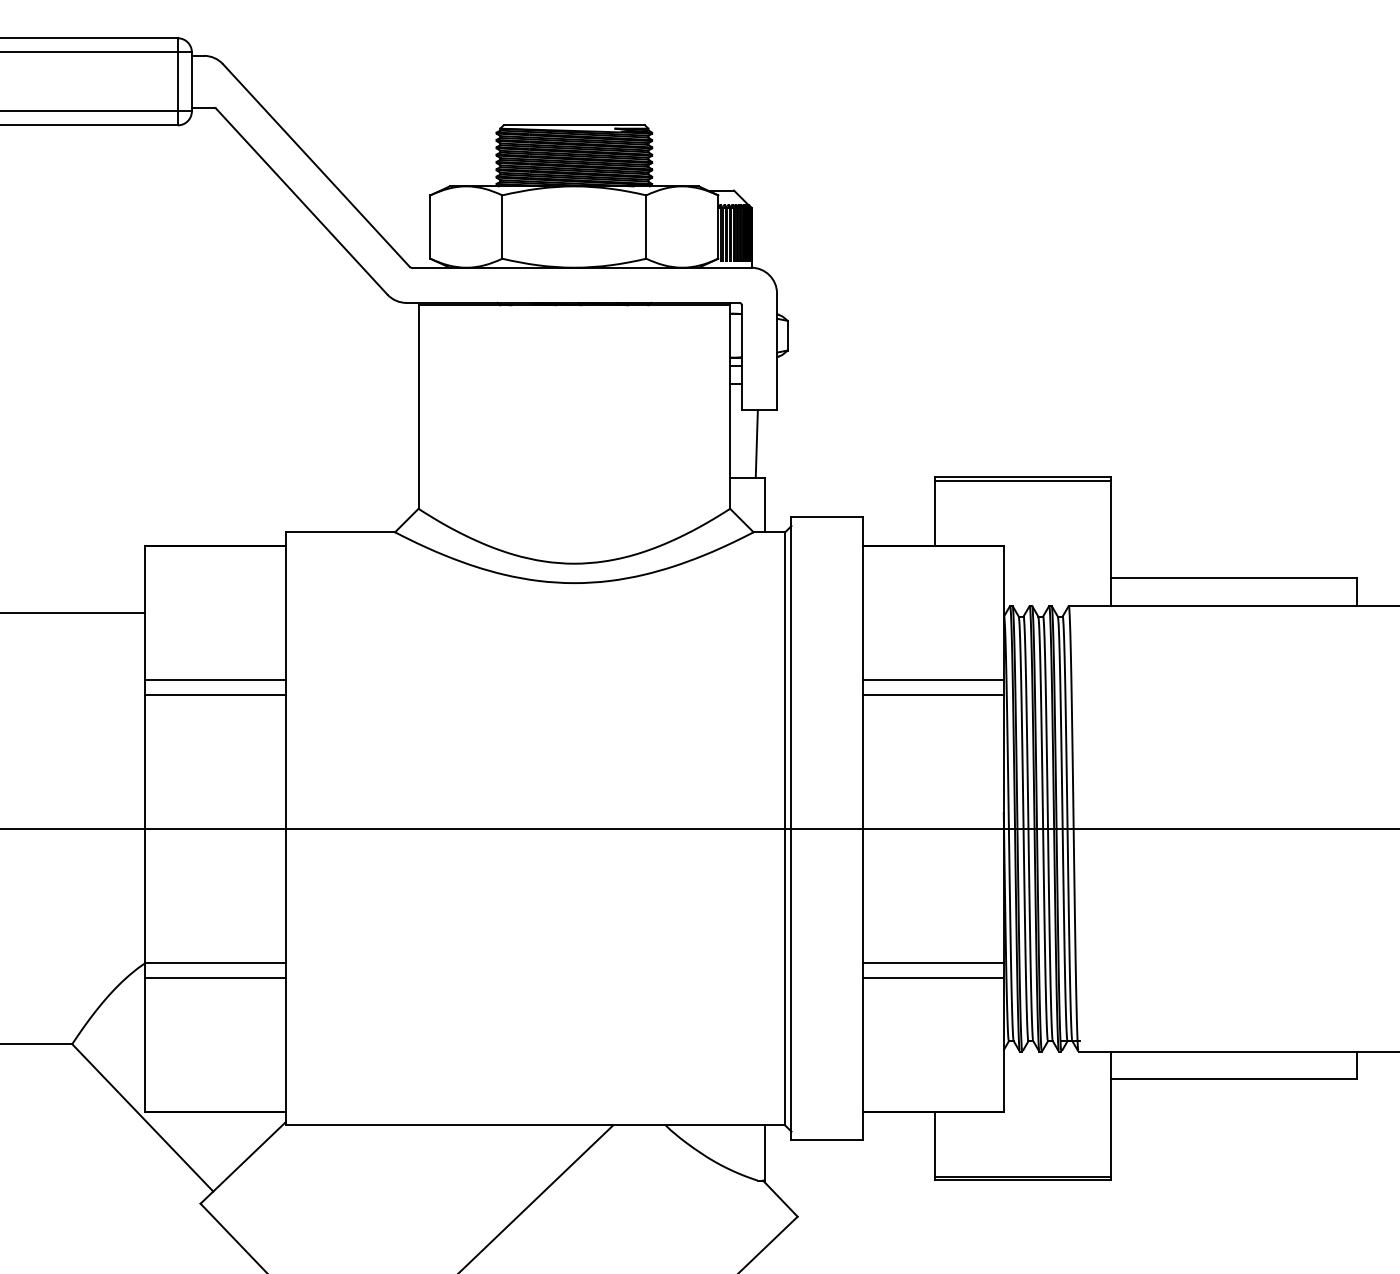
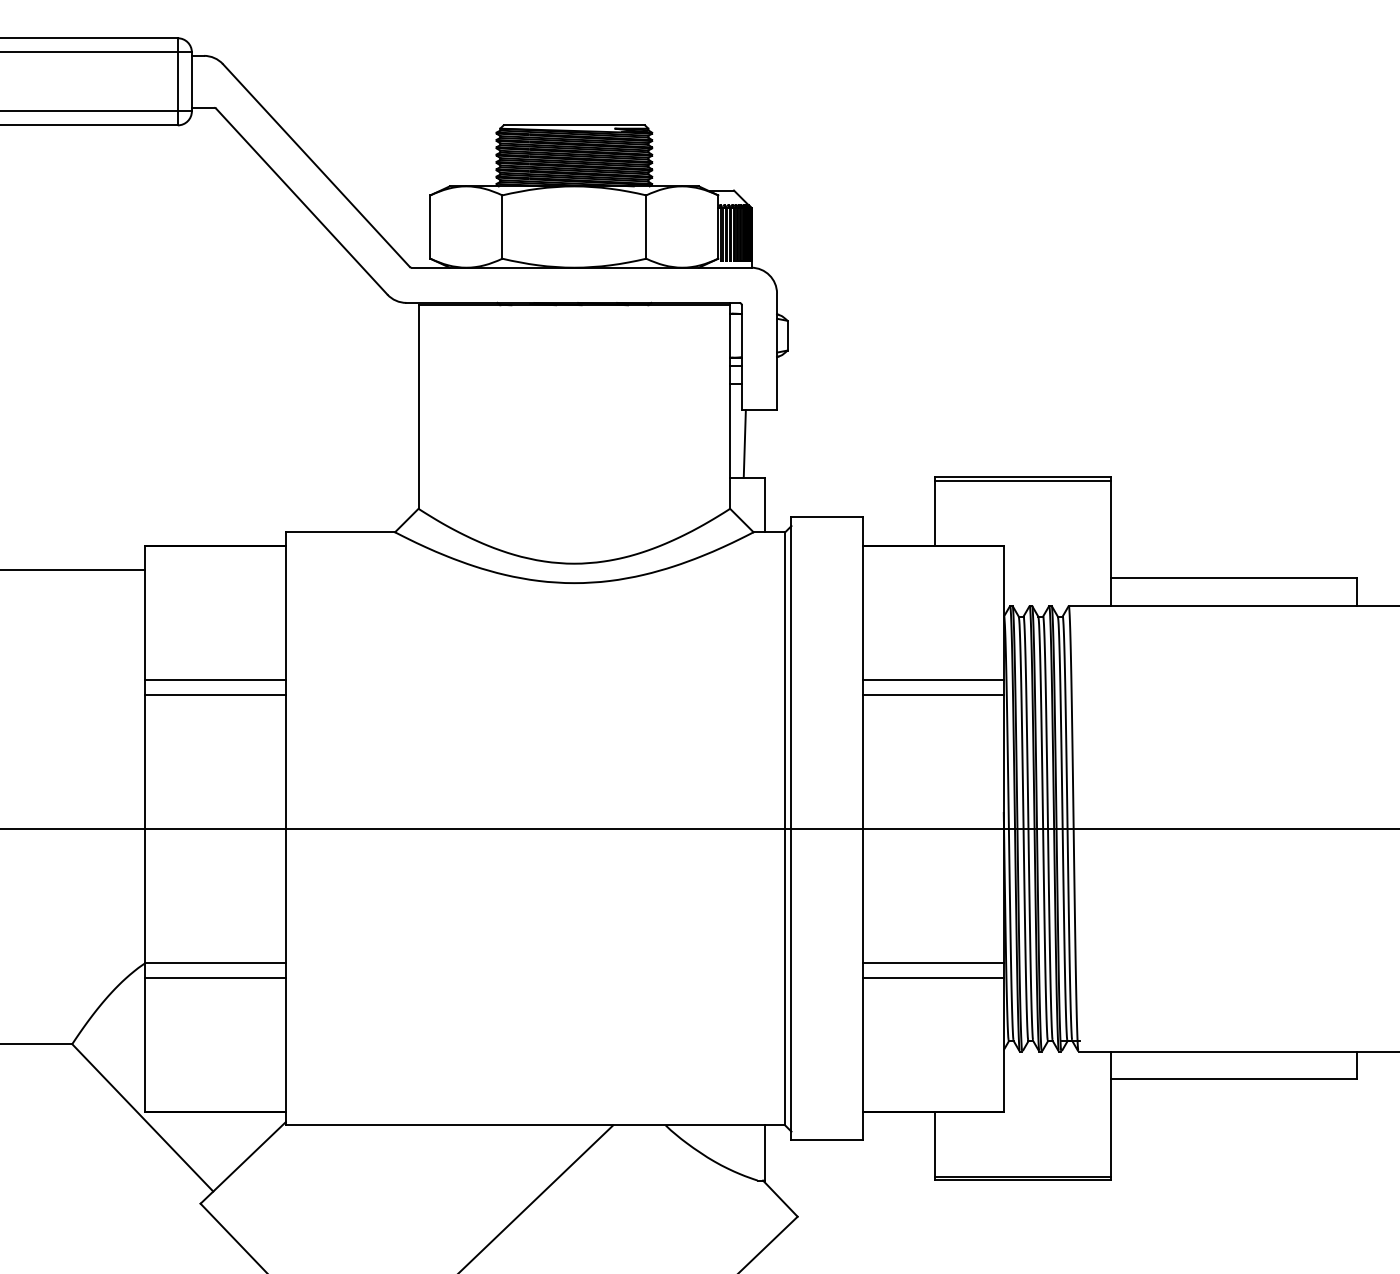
line at (756, 443) position: (756, 443) -> (744, 443)
line at (73, 613) position: (73, 613) -> (73, 570)
